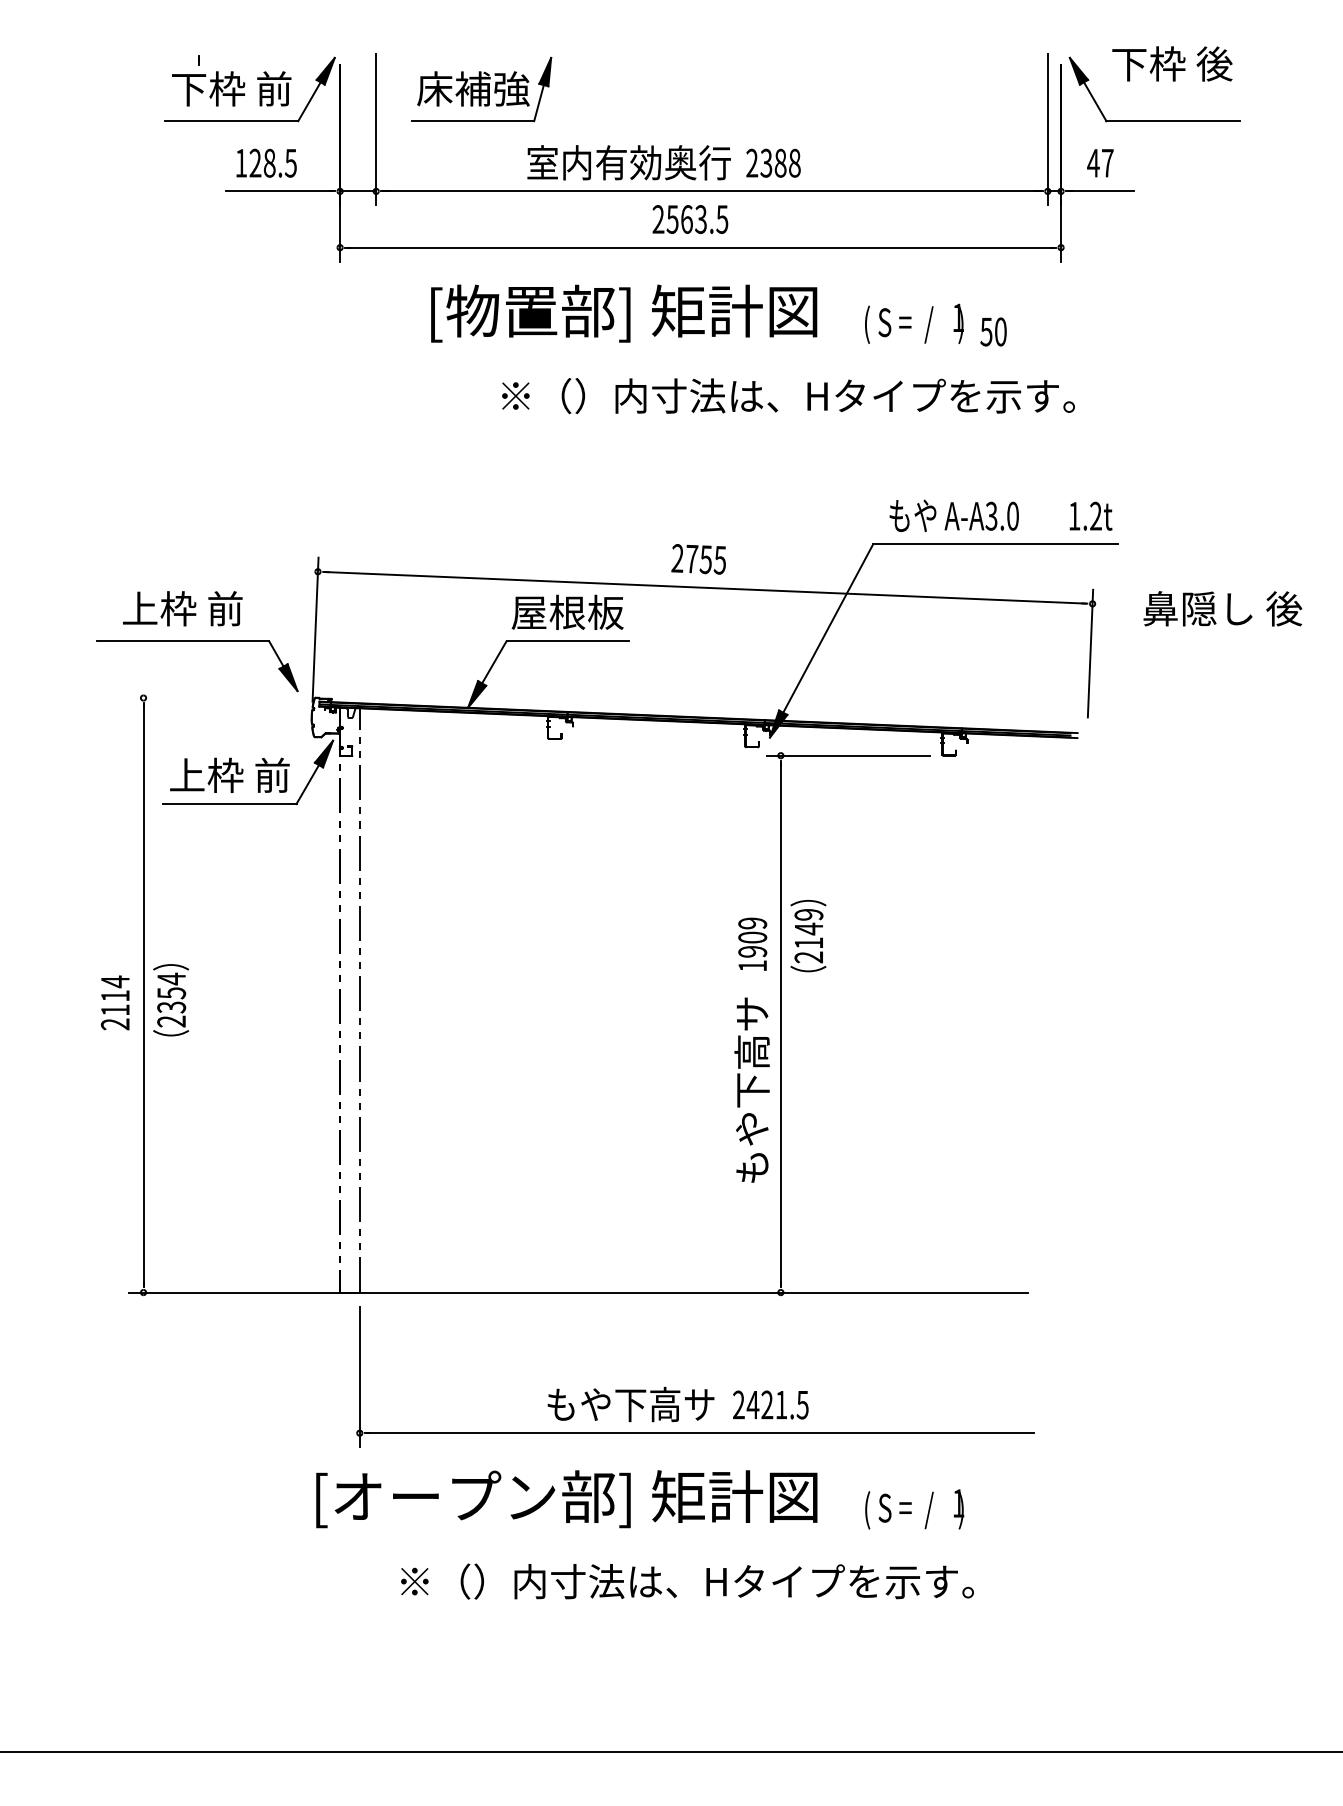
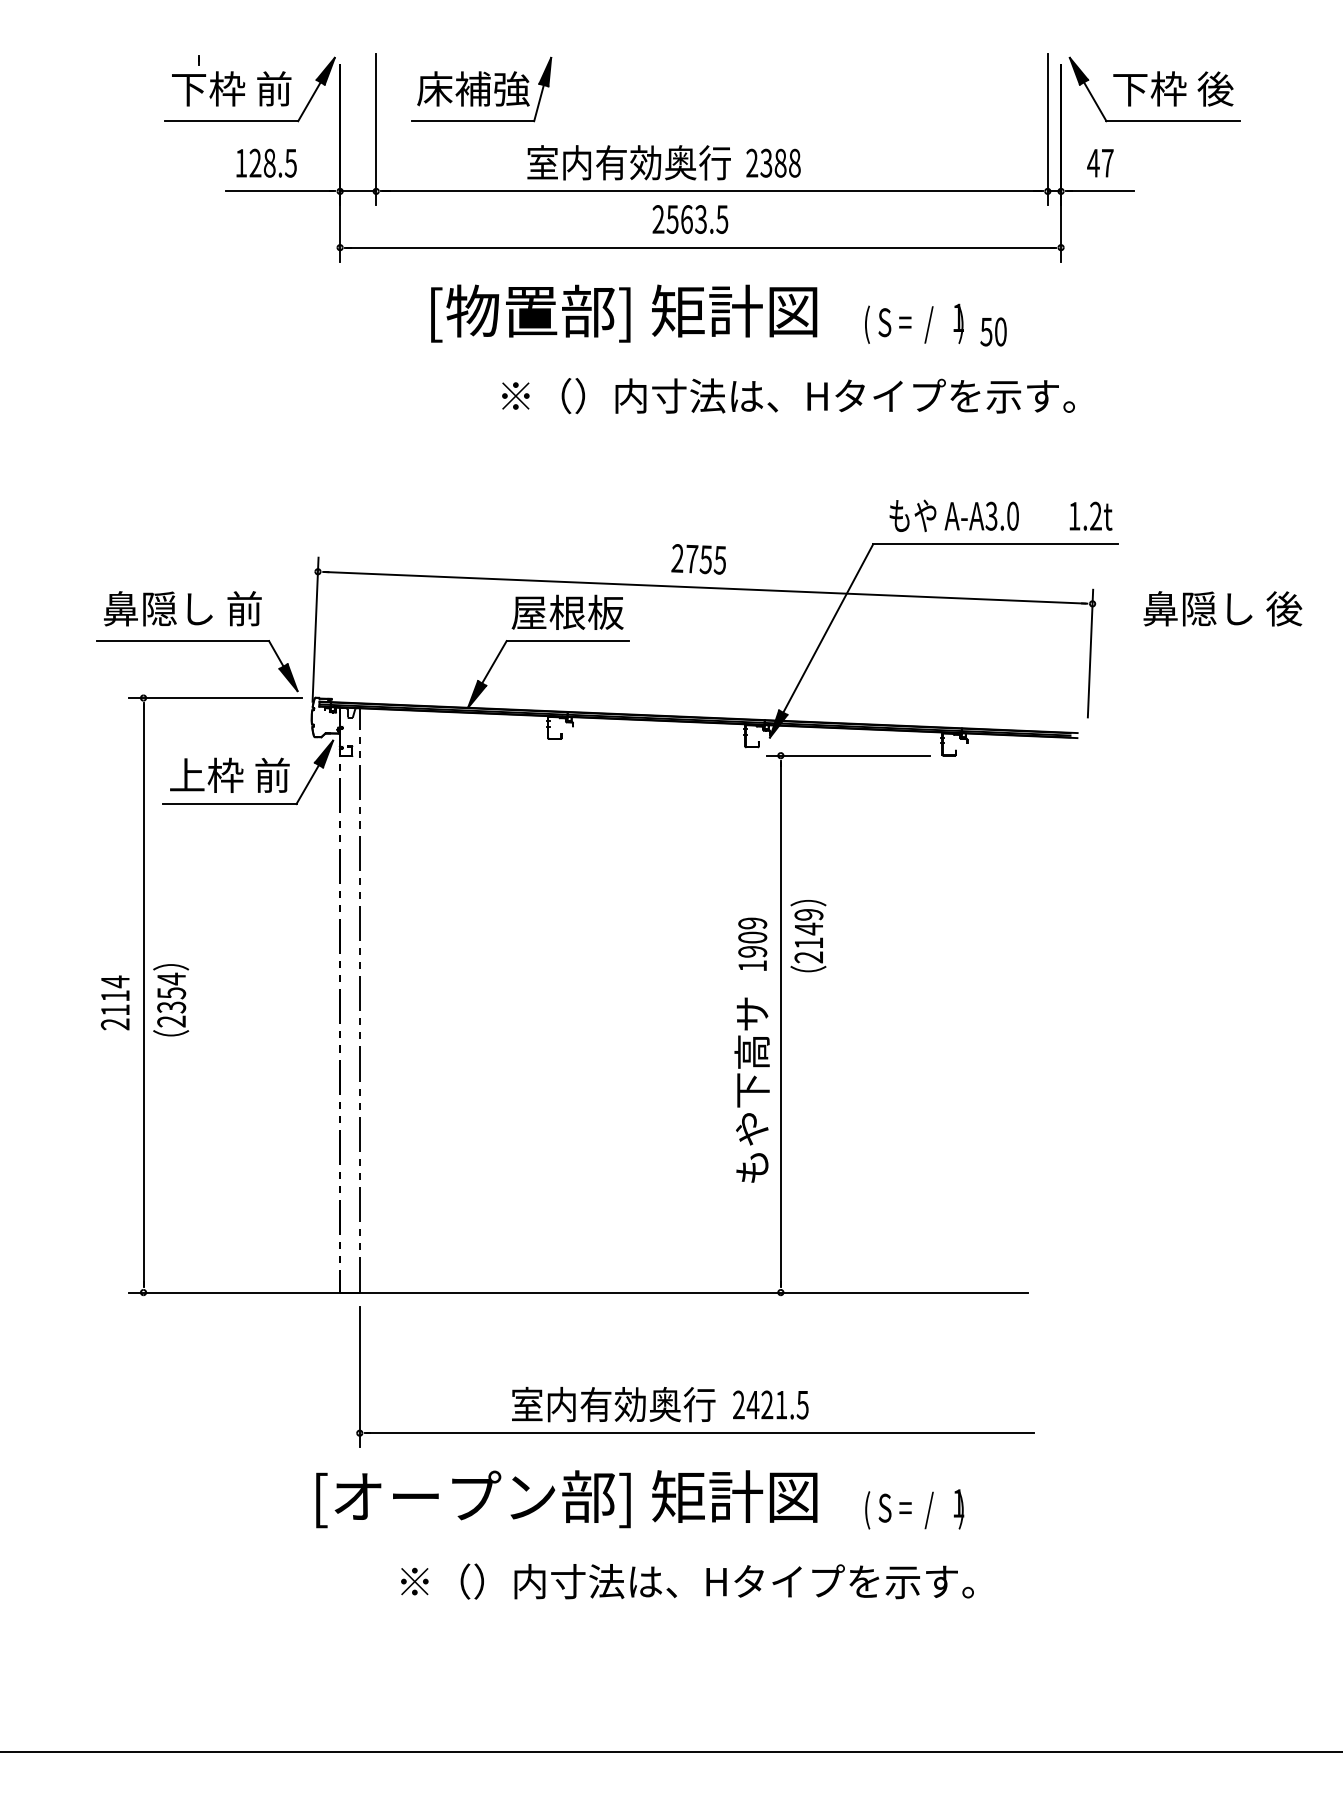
text at (1172, 63) position: (1172, 63) -> (1173, 88)
text at (182, 608): 上枠 前 -> 鼻隠し 前
line at (215, 698): none -> present
text at (613, 1404): もや下高サ -> 室内有効奥行
